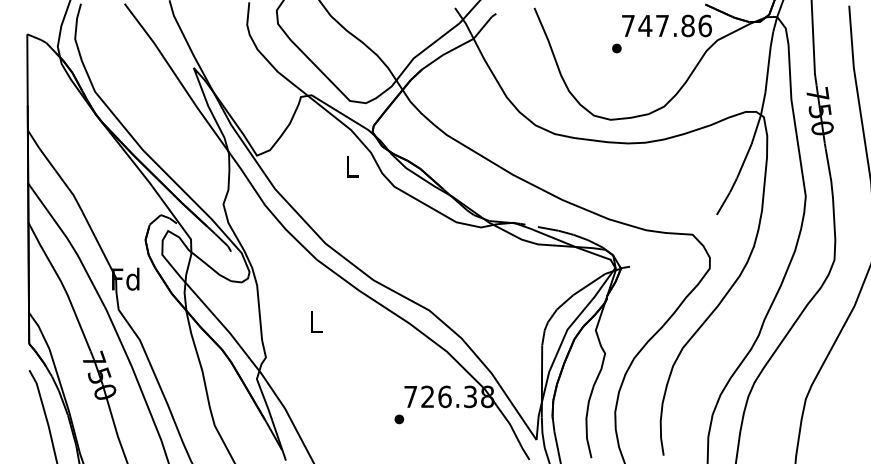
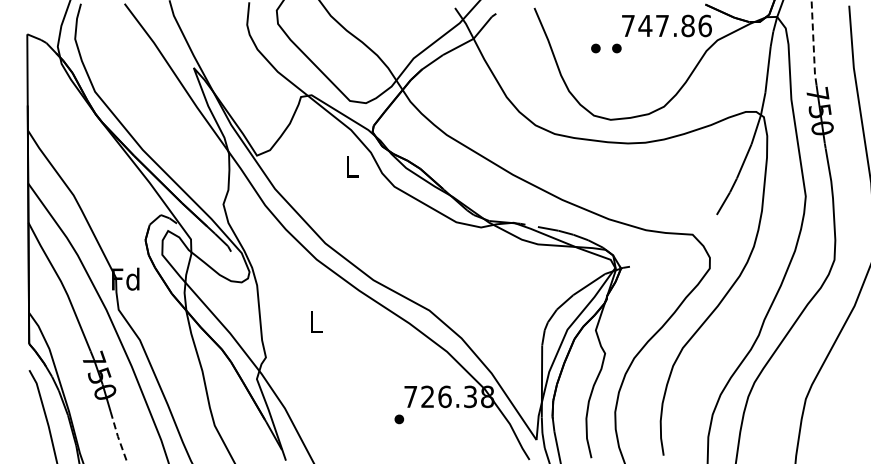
line at (813, 43): solid -> dashed
part at (595, 48): none -> present
line at (118, 437): solid -> dashed
